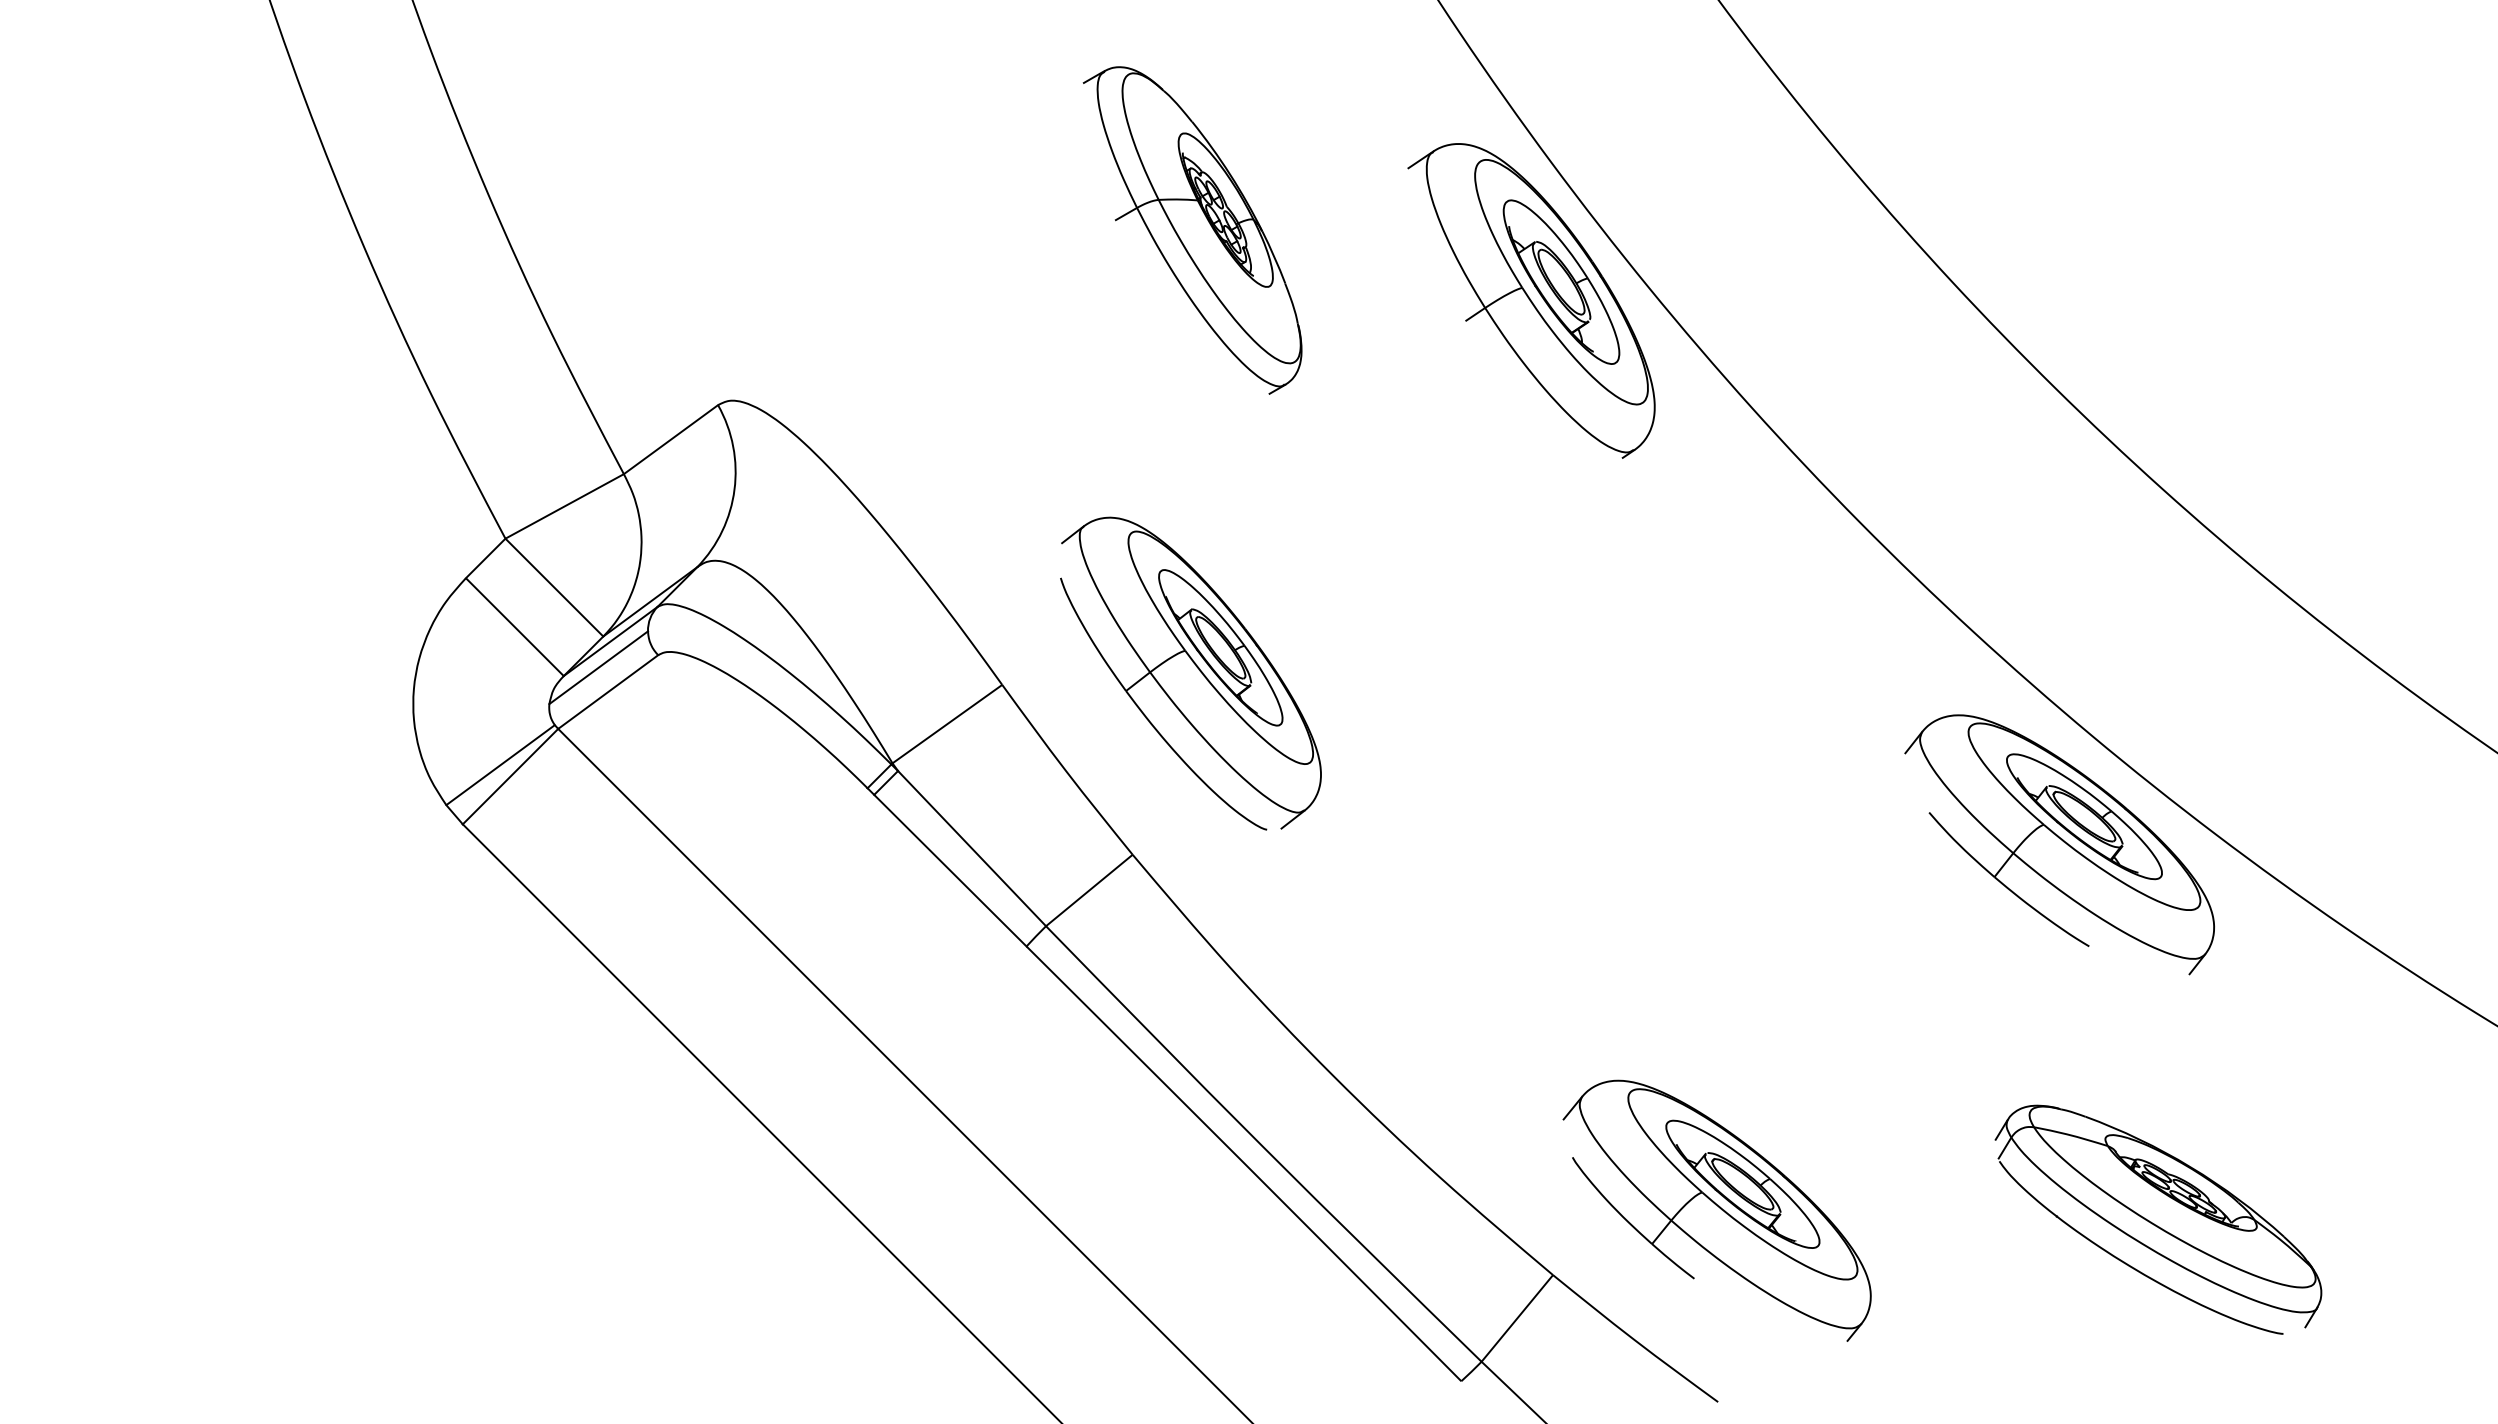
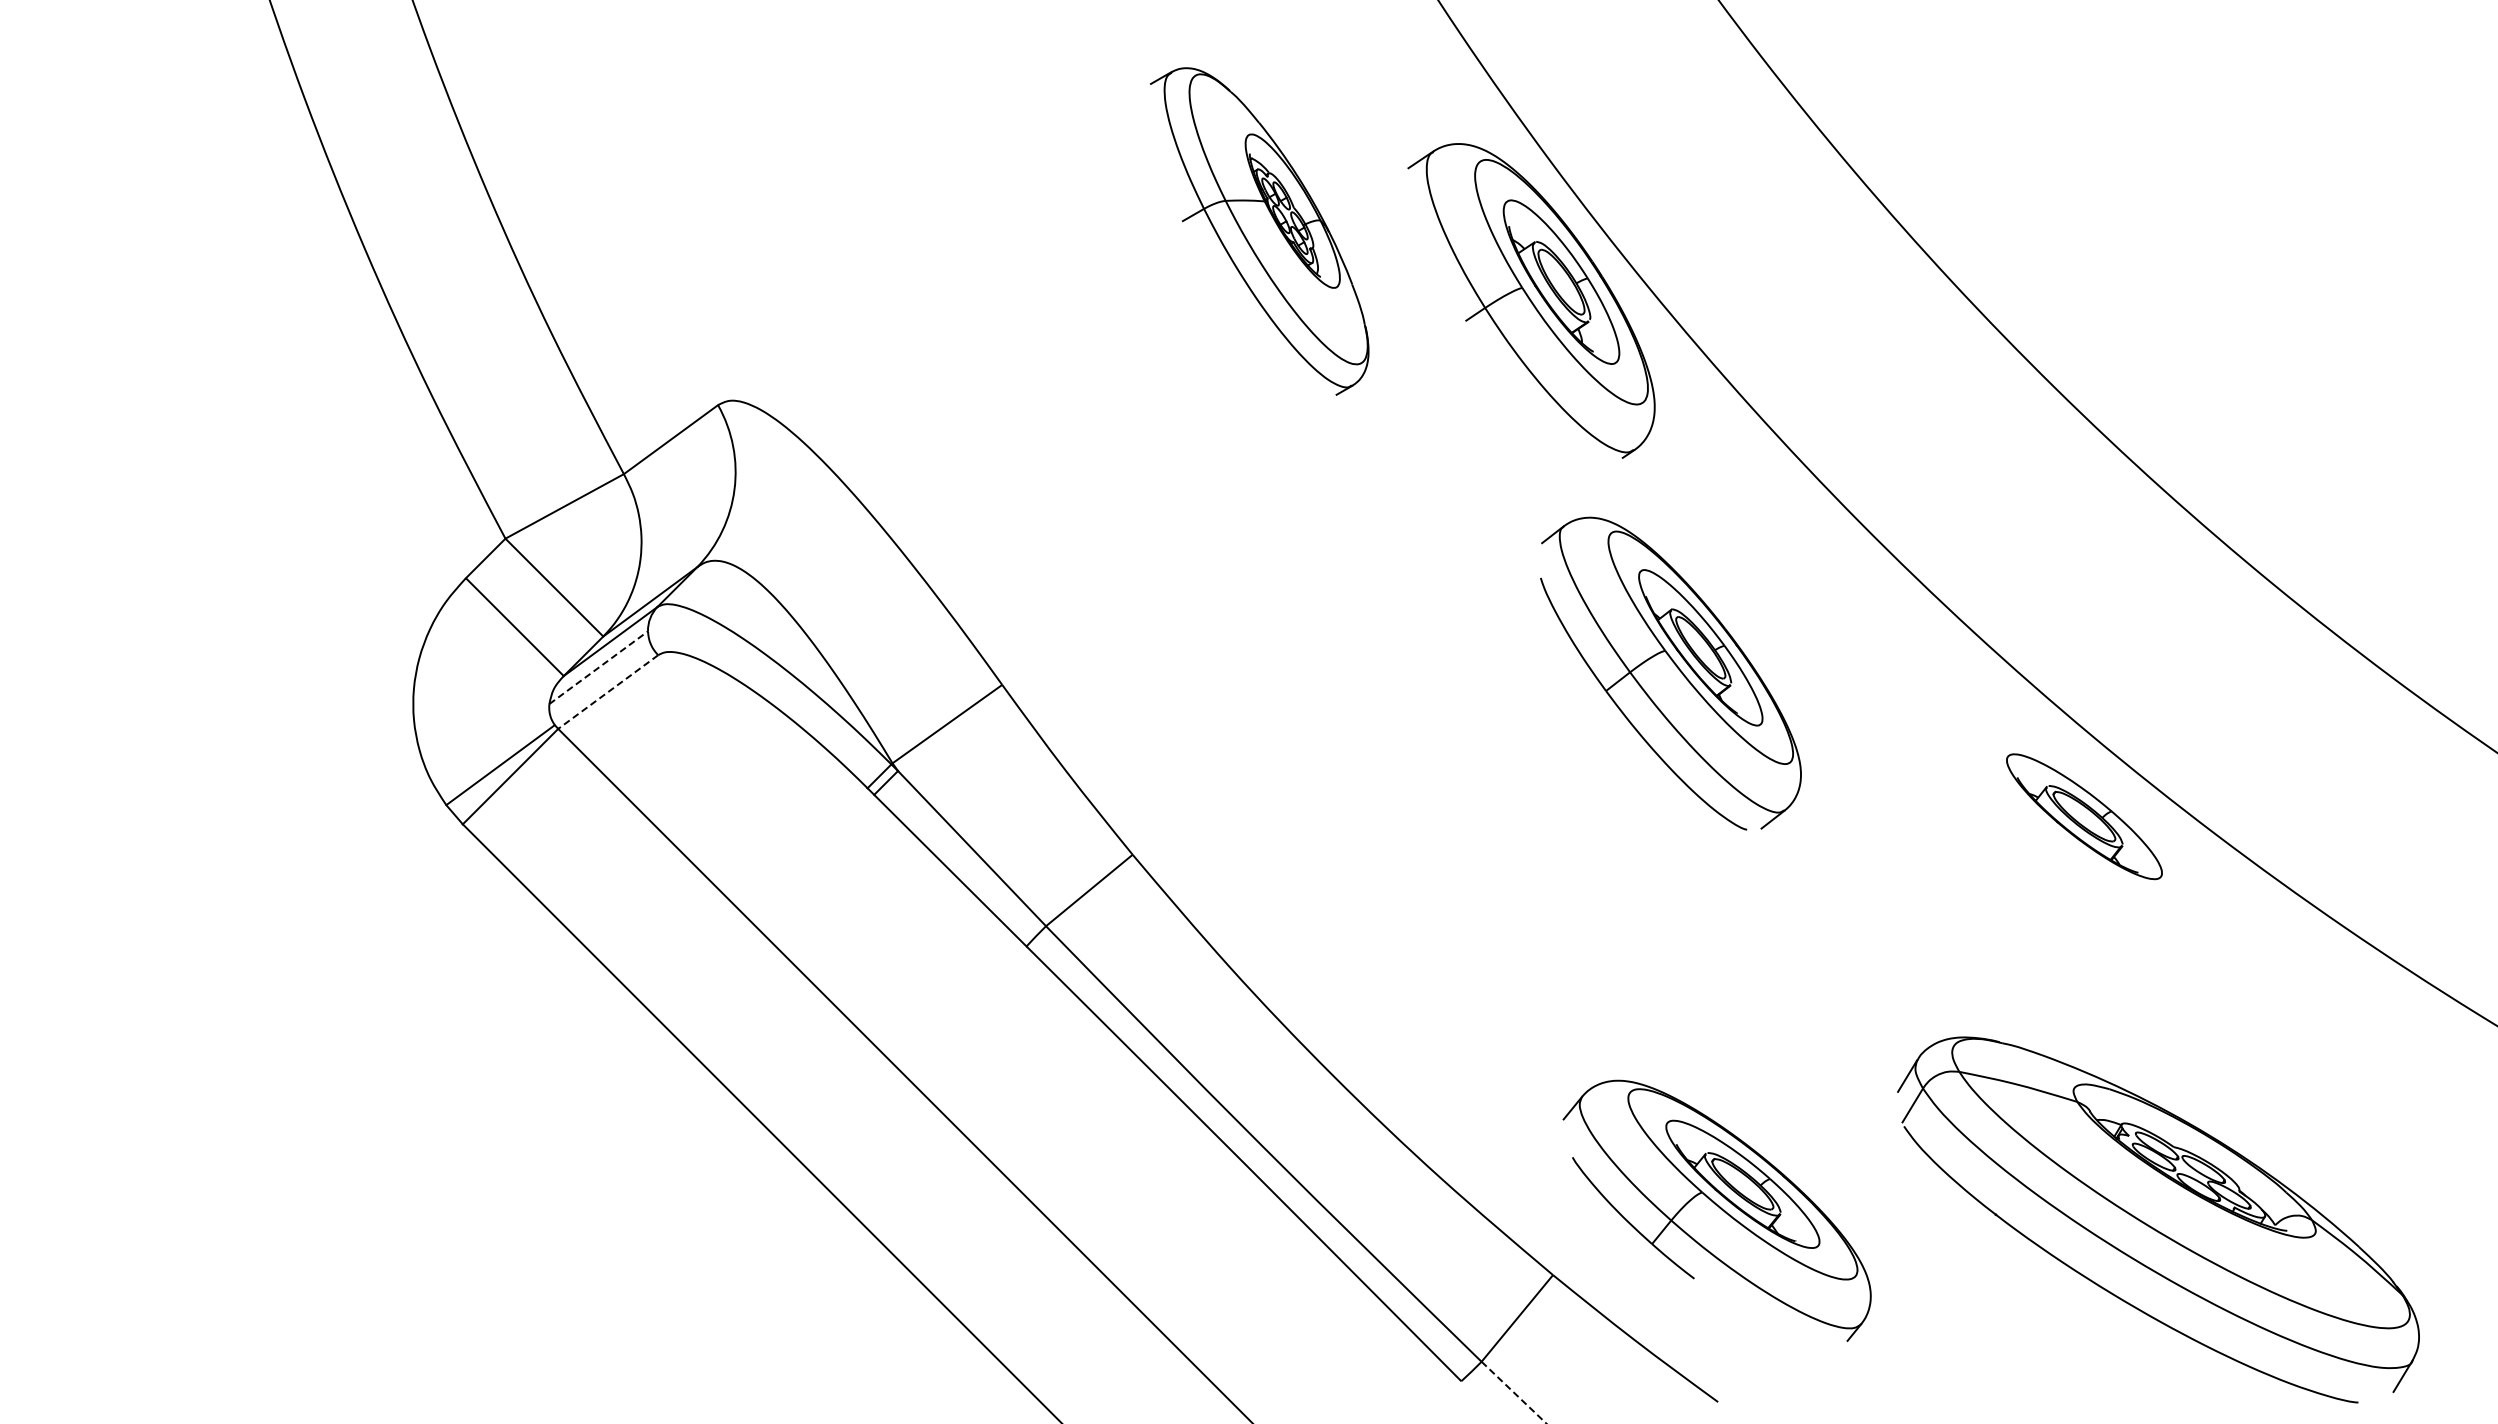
part at (1192, 230) position: (1192, 230) -> (1259, 231)
line at (599, 667): solid -> dashed
part at (1190, 673) position: (1190, 673) -> (1670, 673)
line at (607, 692): solid -> dashed
part at (2059, 844): present -> none
part at (2158, 1219) size: 329x231 px -> 523x368 px
line at (1514, 1392): solid -> dashed
